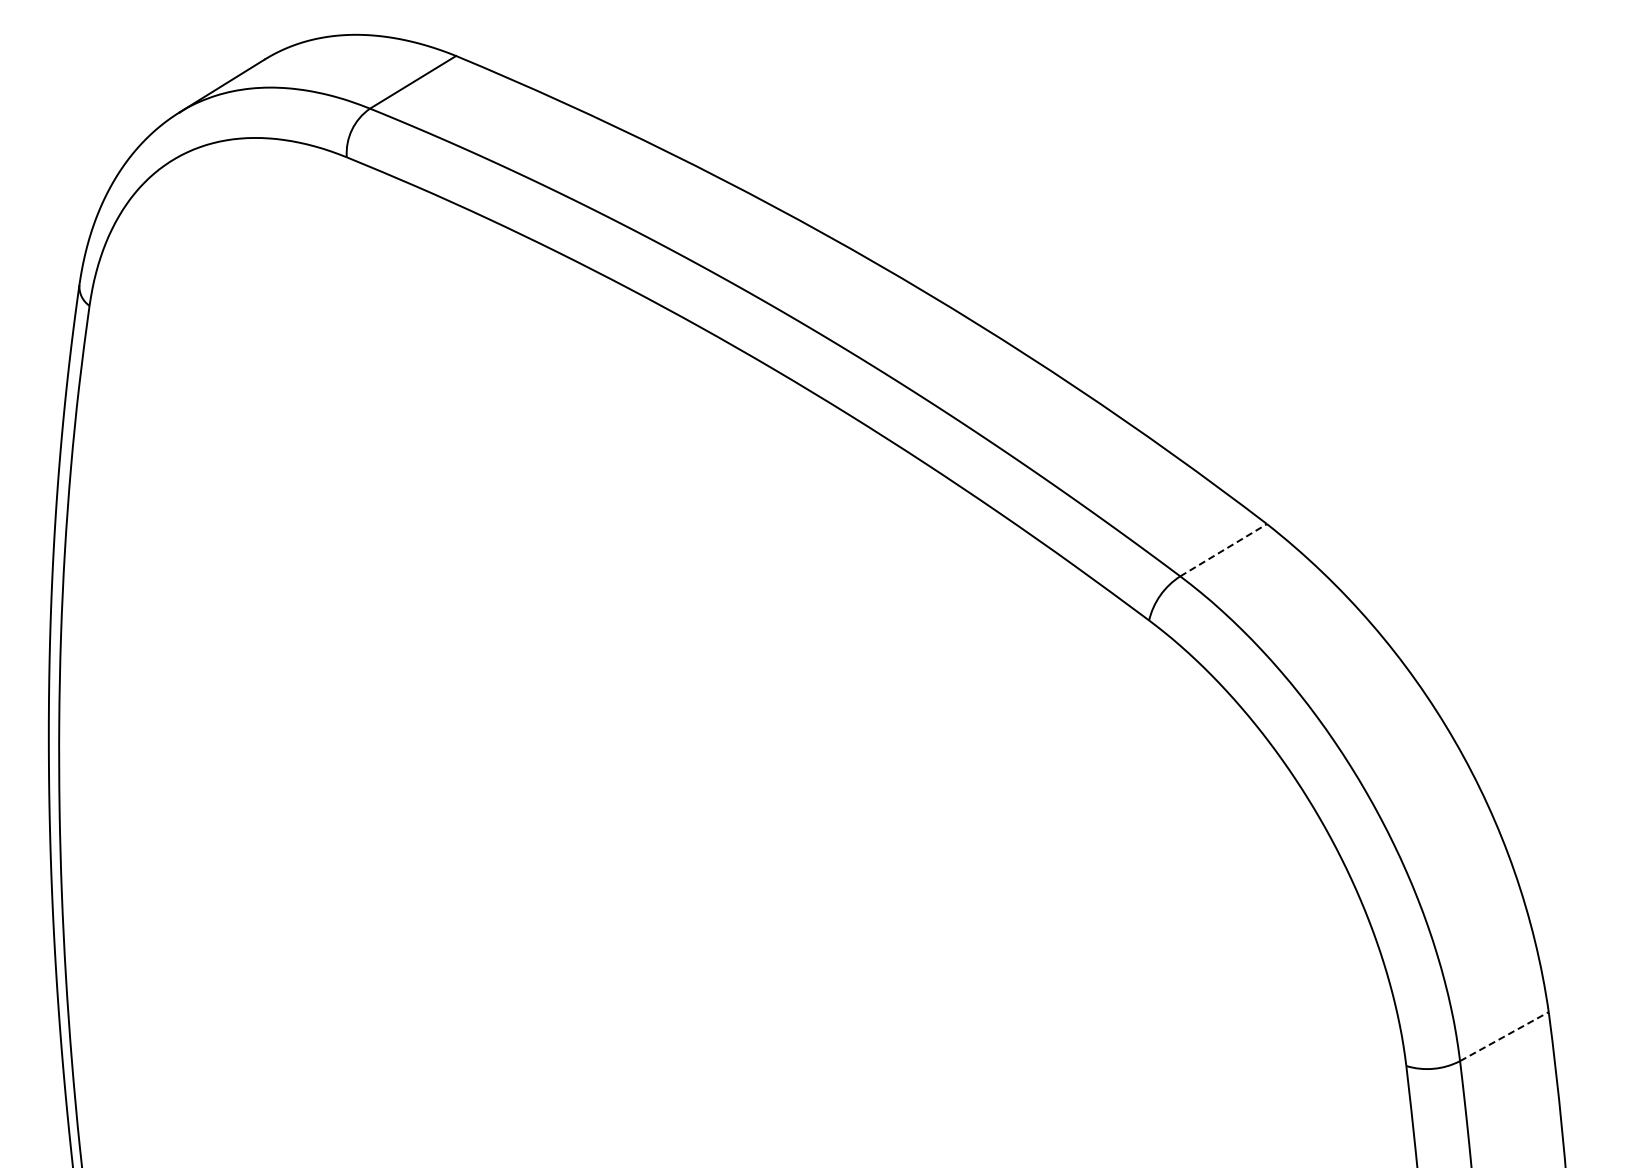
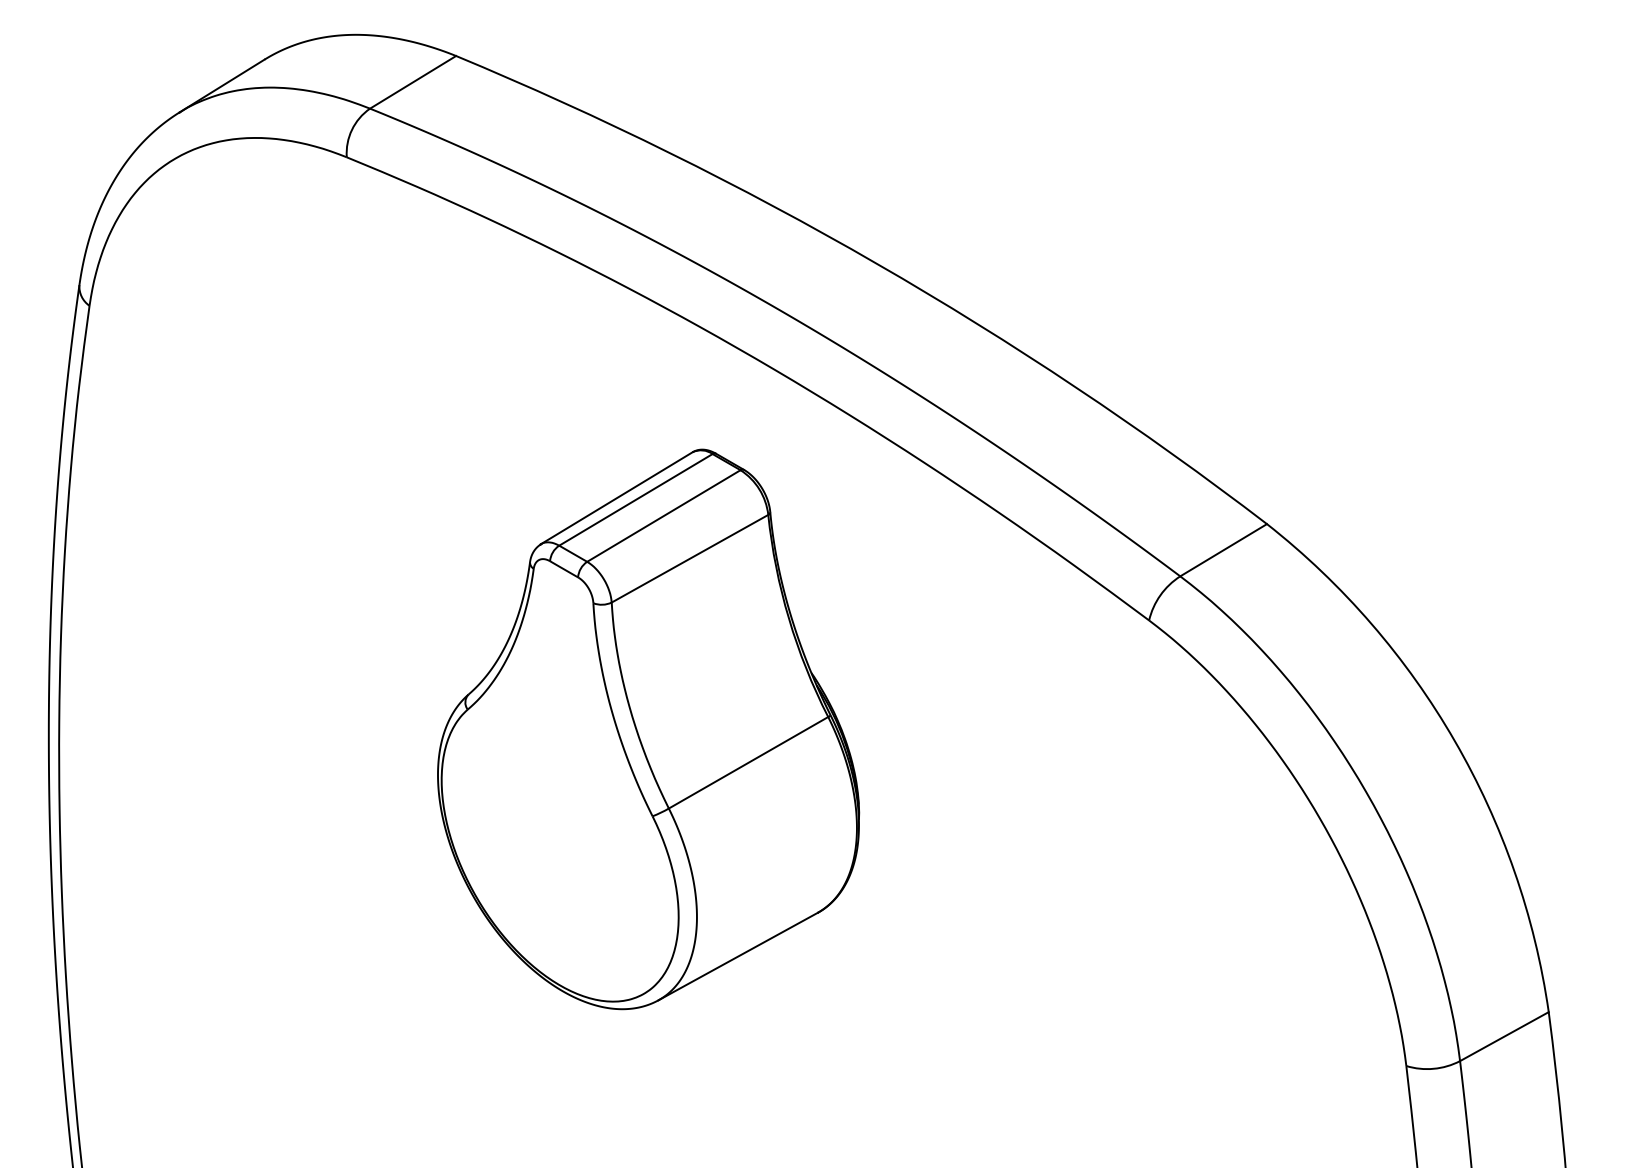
line at (1223, 550): dashed -> solid
part at (648, 729): none -> present
line at (1504, 1036): dashed -> solid
